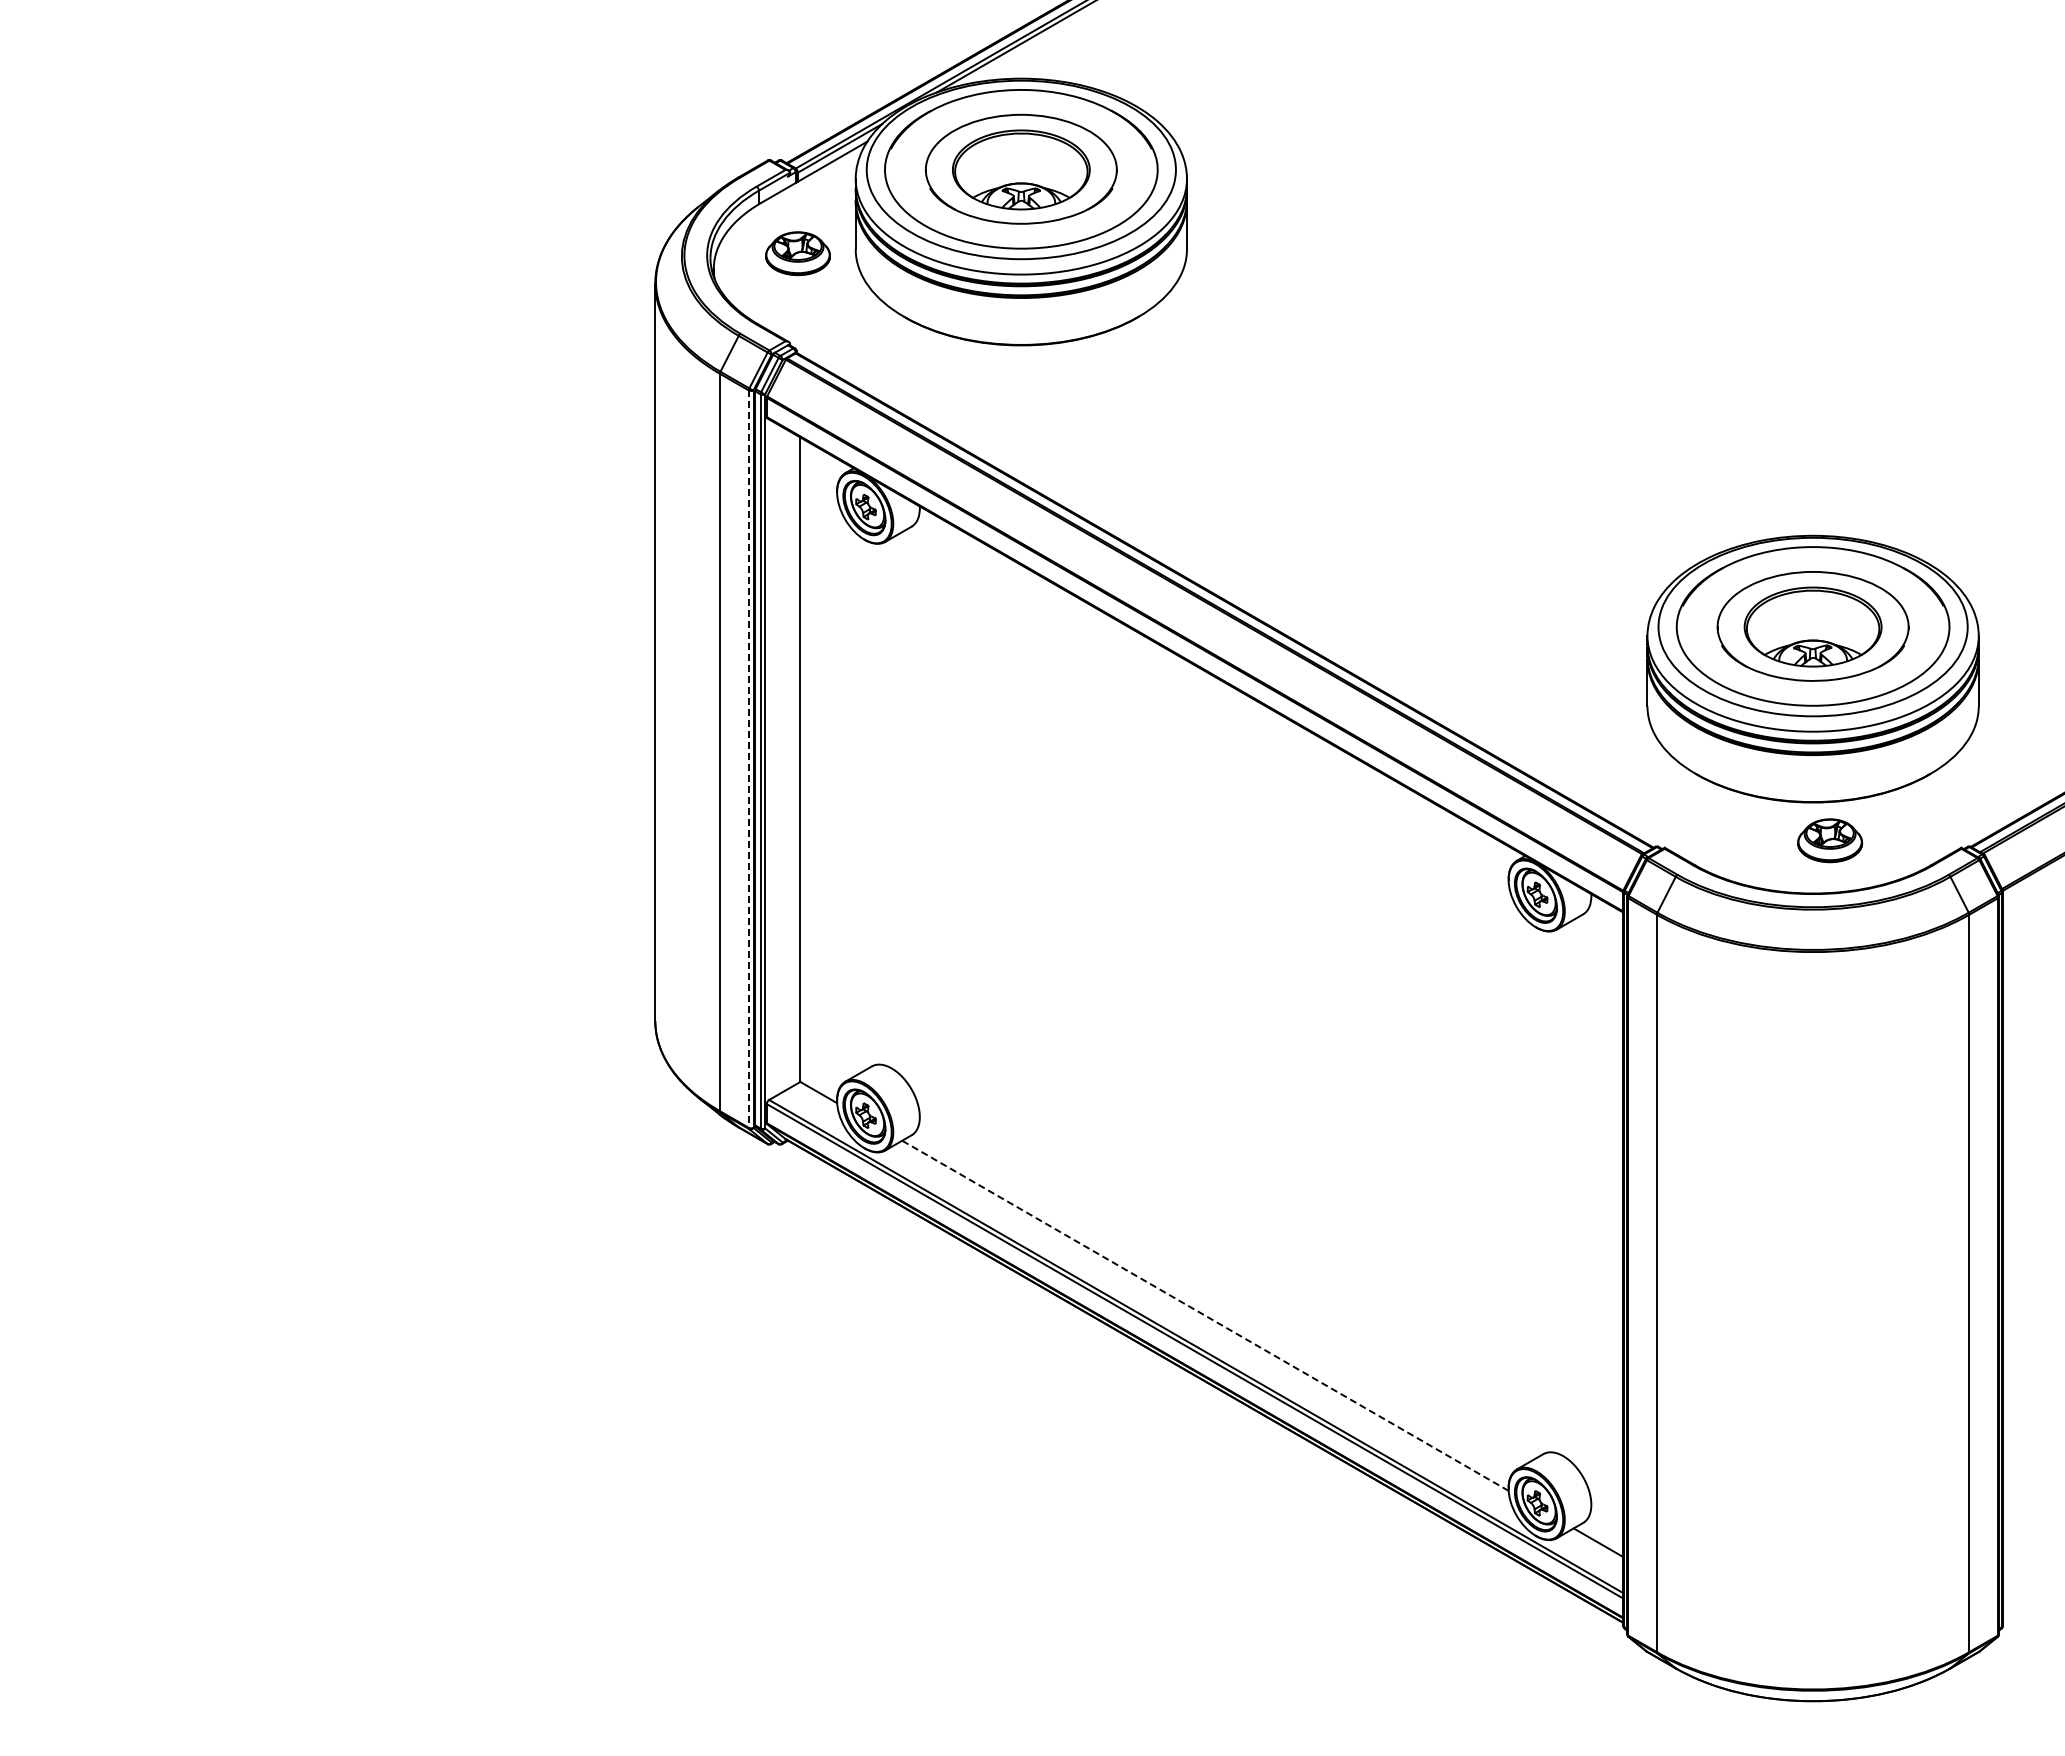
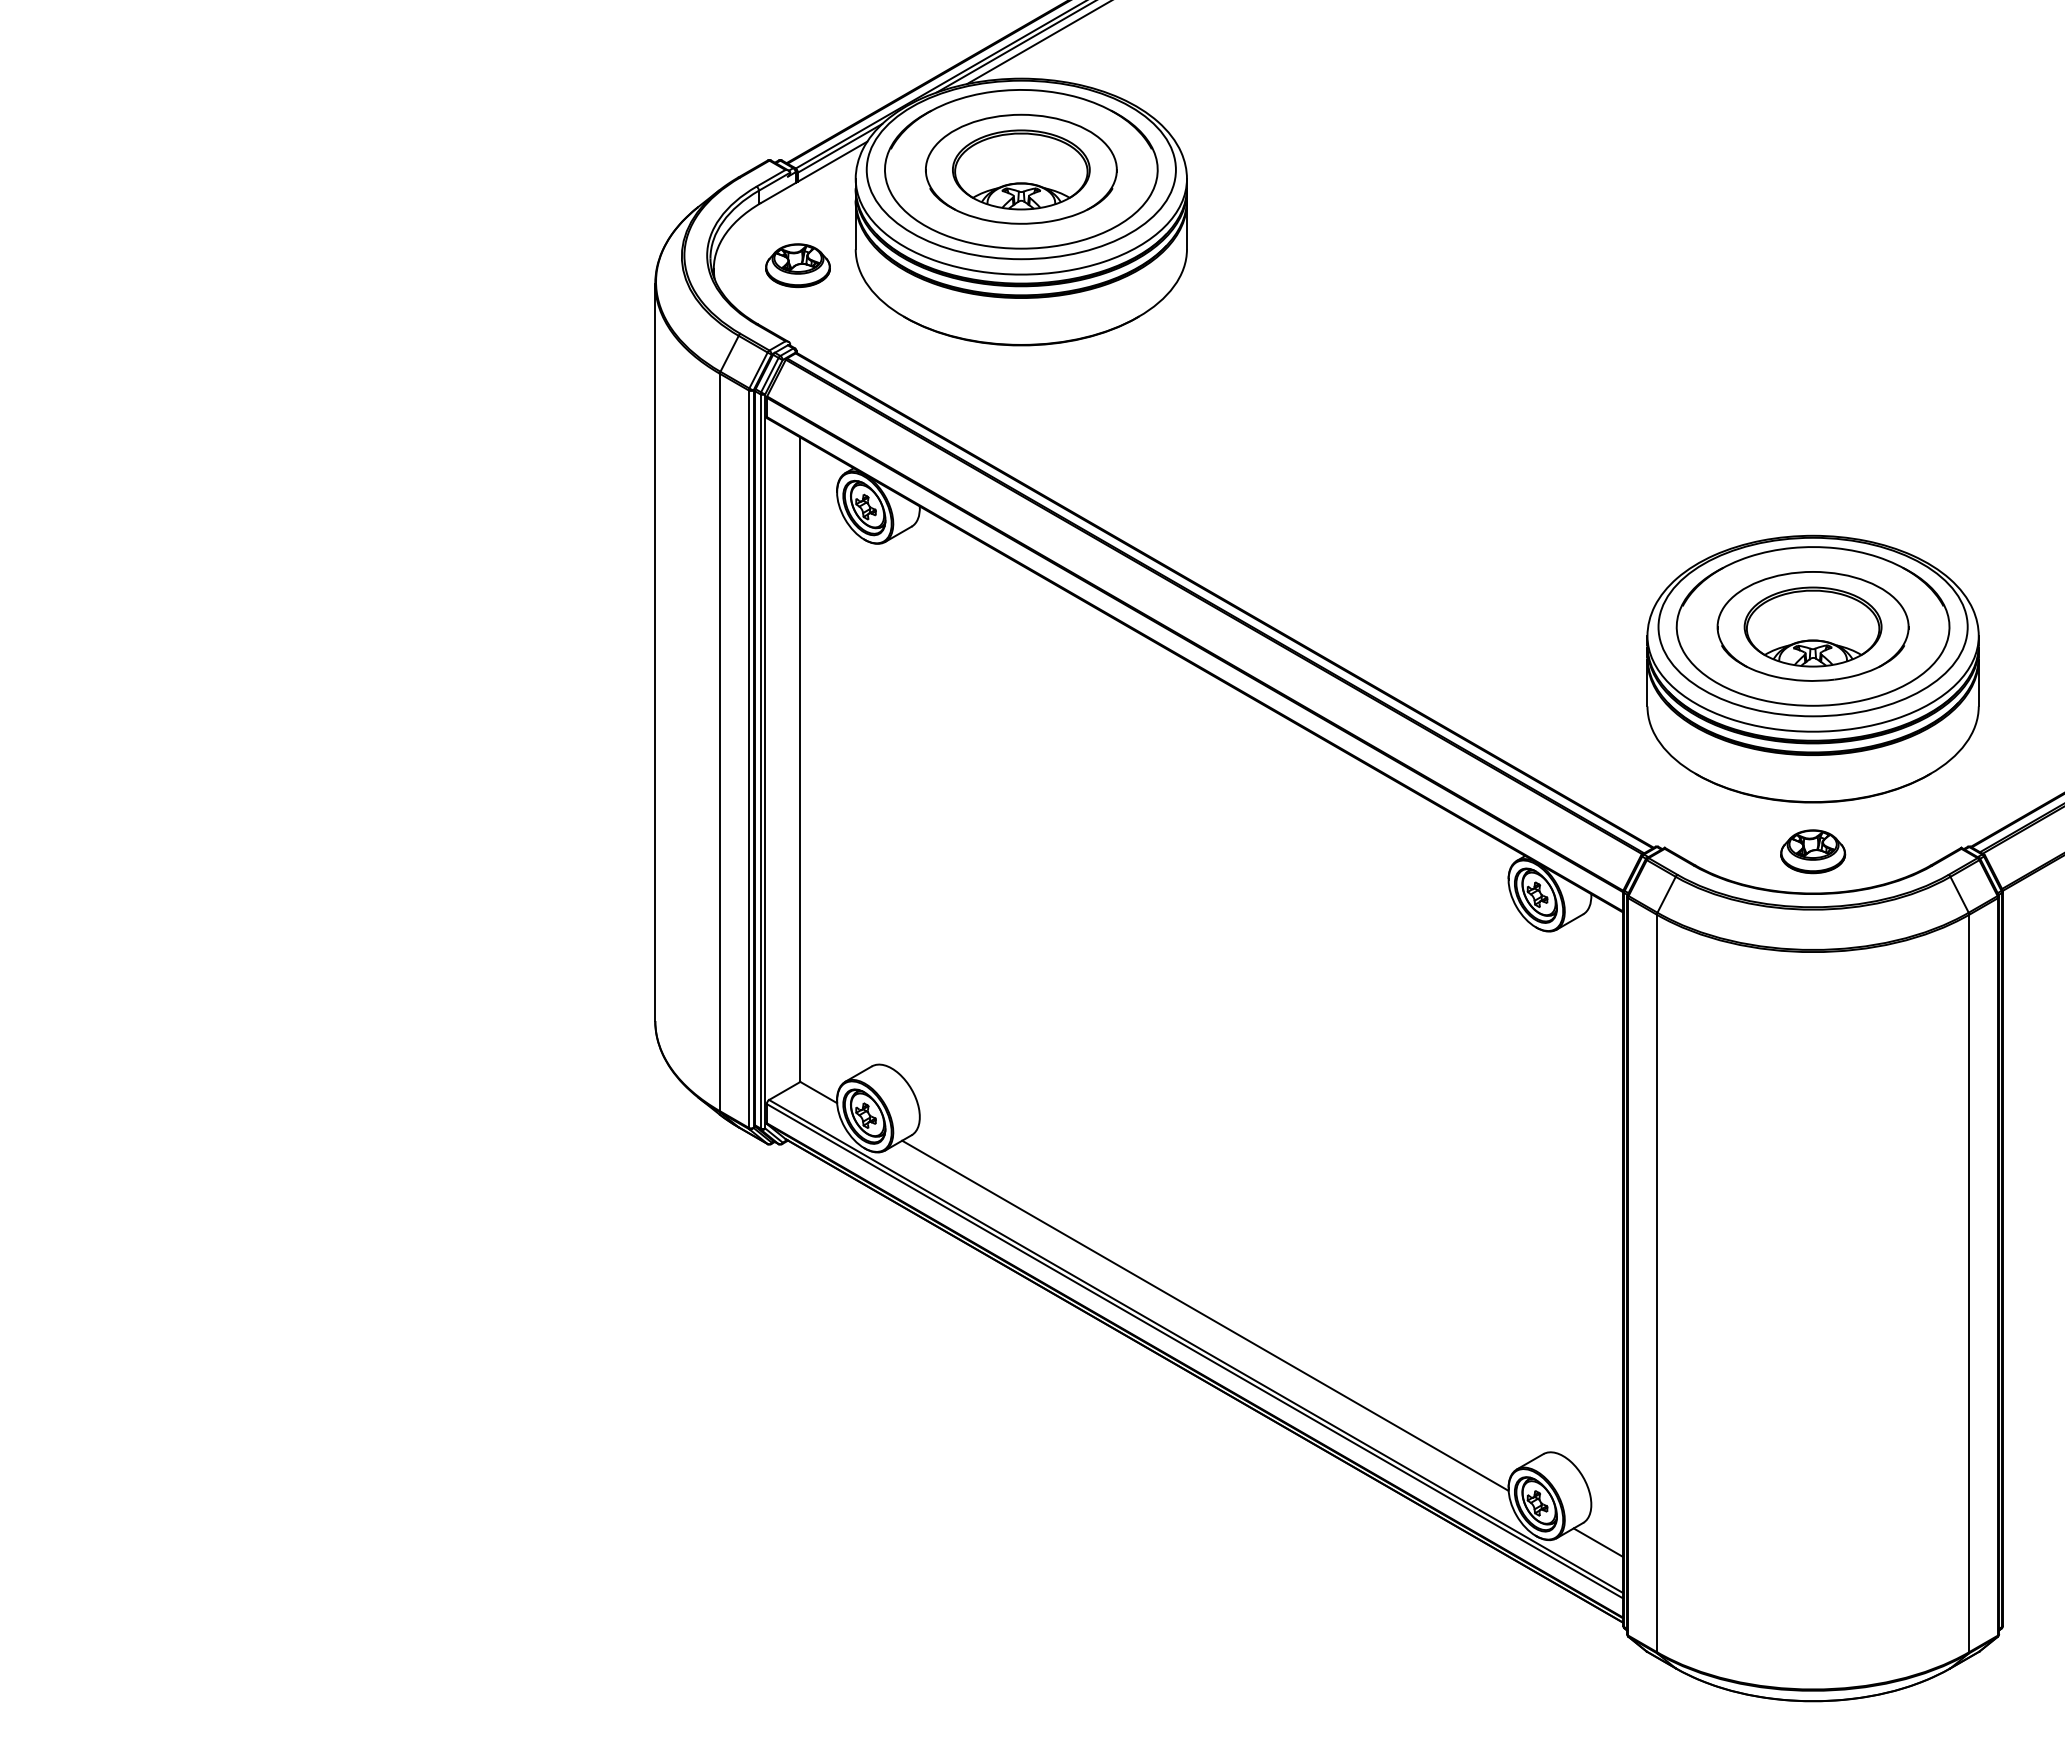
line at (1037, 43): none -> present
part at (797, 253) position: (797, 253) -> (797, 265)
line at (748, 759): dashed -> solid
part at (1830, 840) position: (1830, 840) -> (1813, 851)
line at (1205, 1315): dashed -> solid
